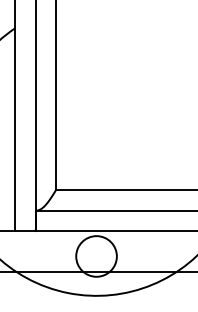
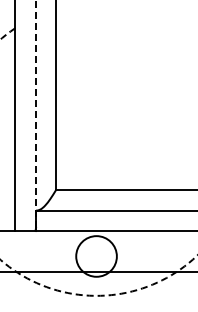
line at (35, 116): solid -> dashed
arc at (89, 295): solid -> dashed
